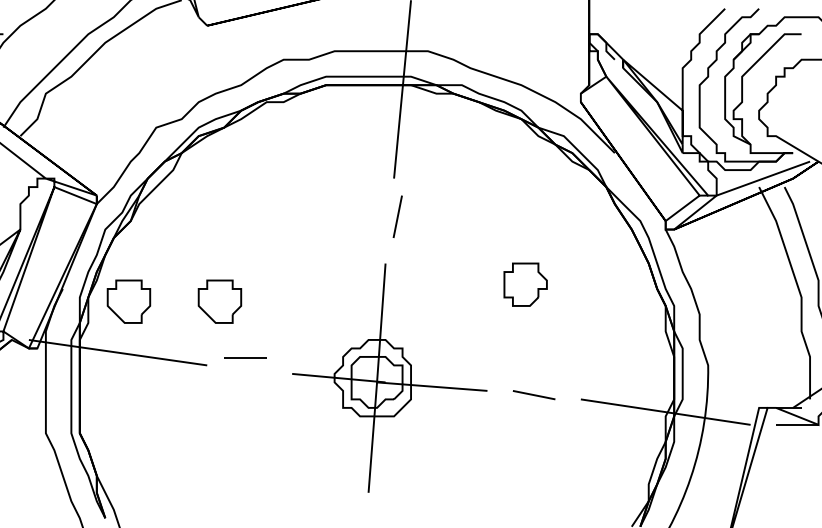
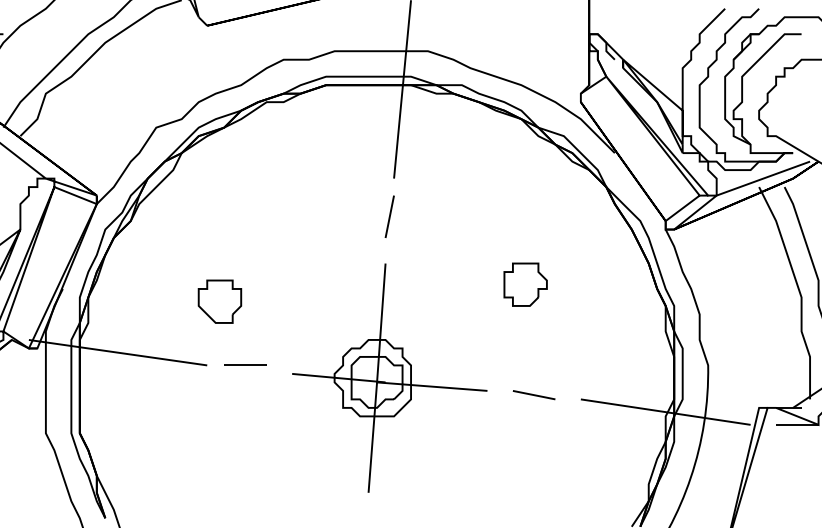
line at (397, 216) position: (397, 216) -> (389, 216)
part at (128, 301): present -> none
line at (245, 357) position: (245, 357) -> (245, 364)
